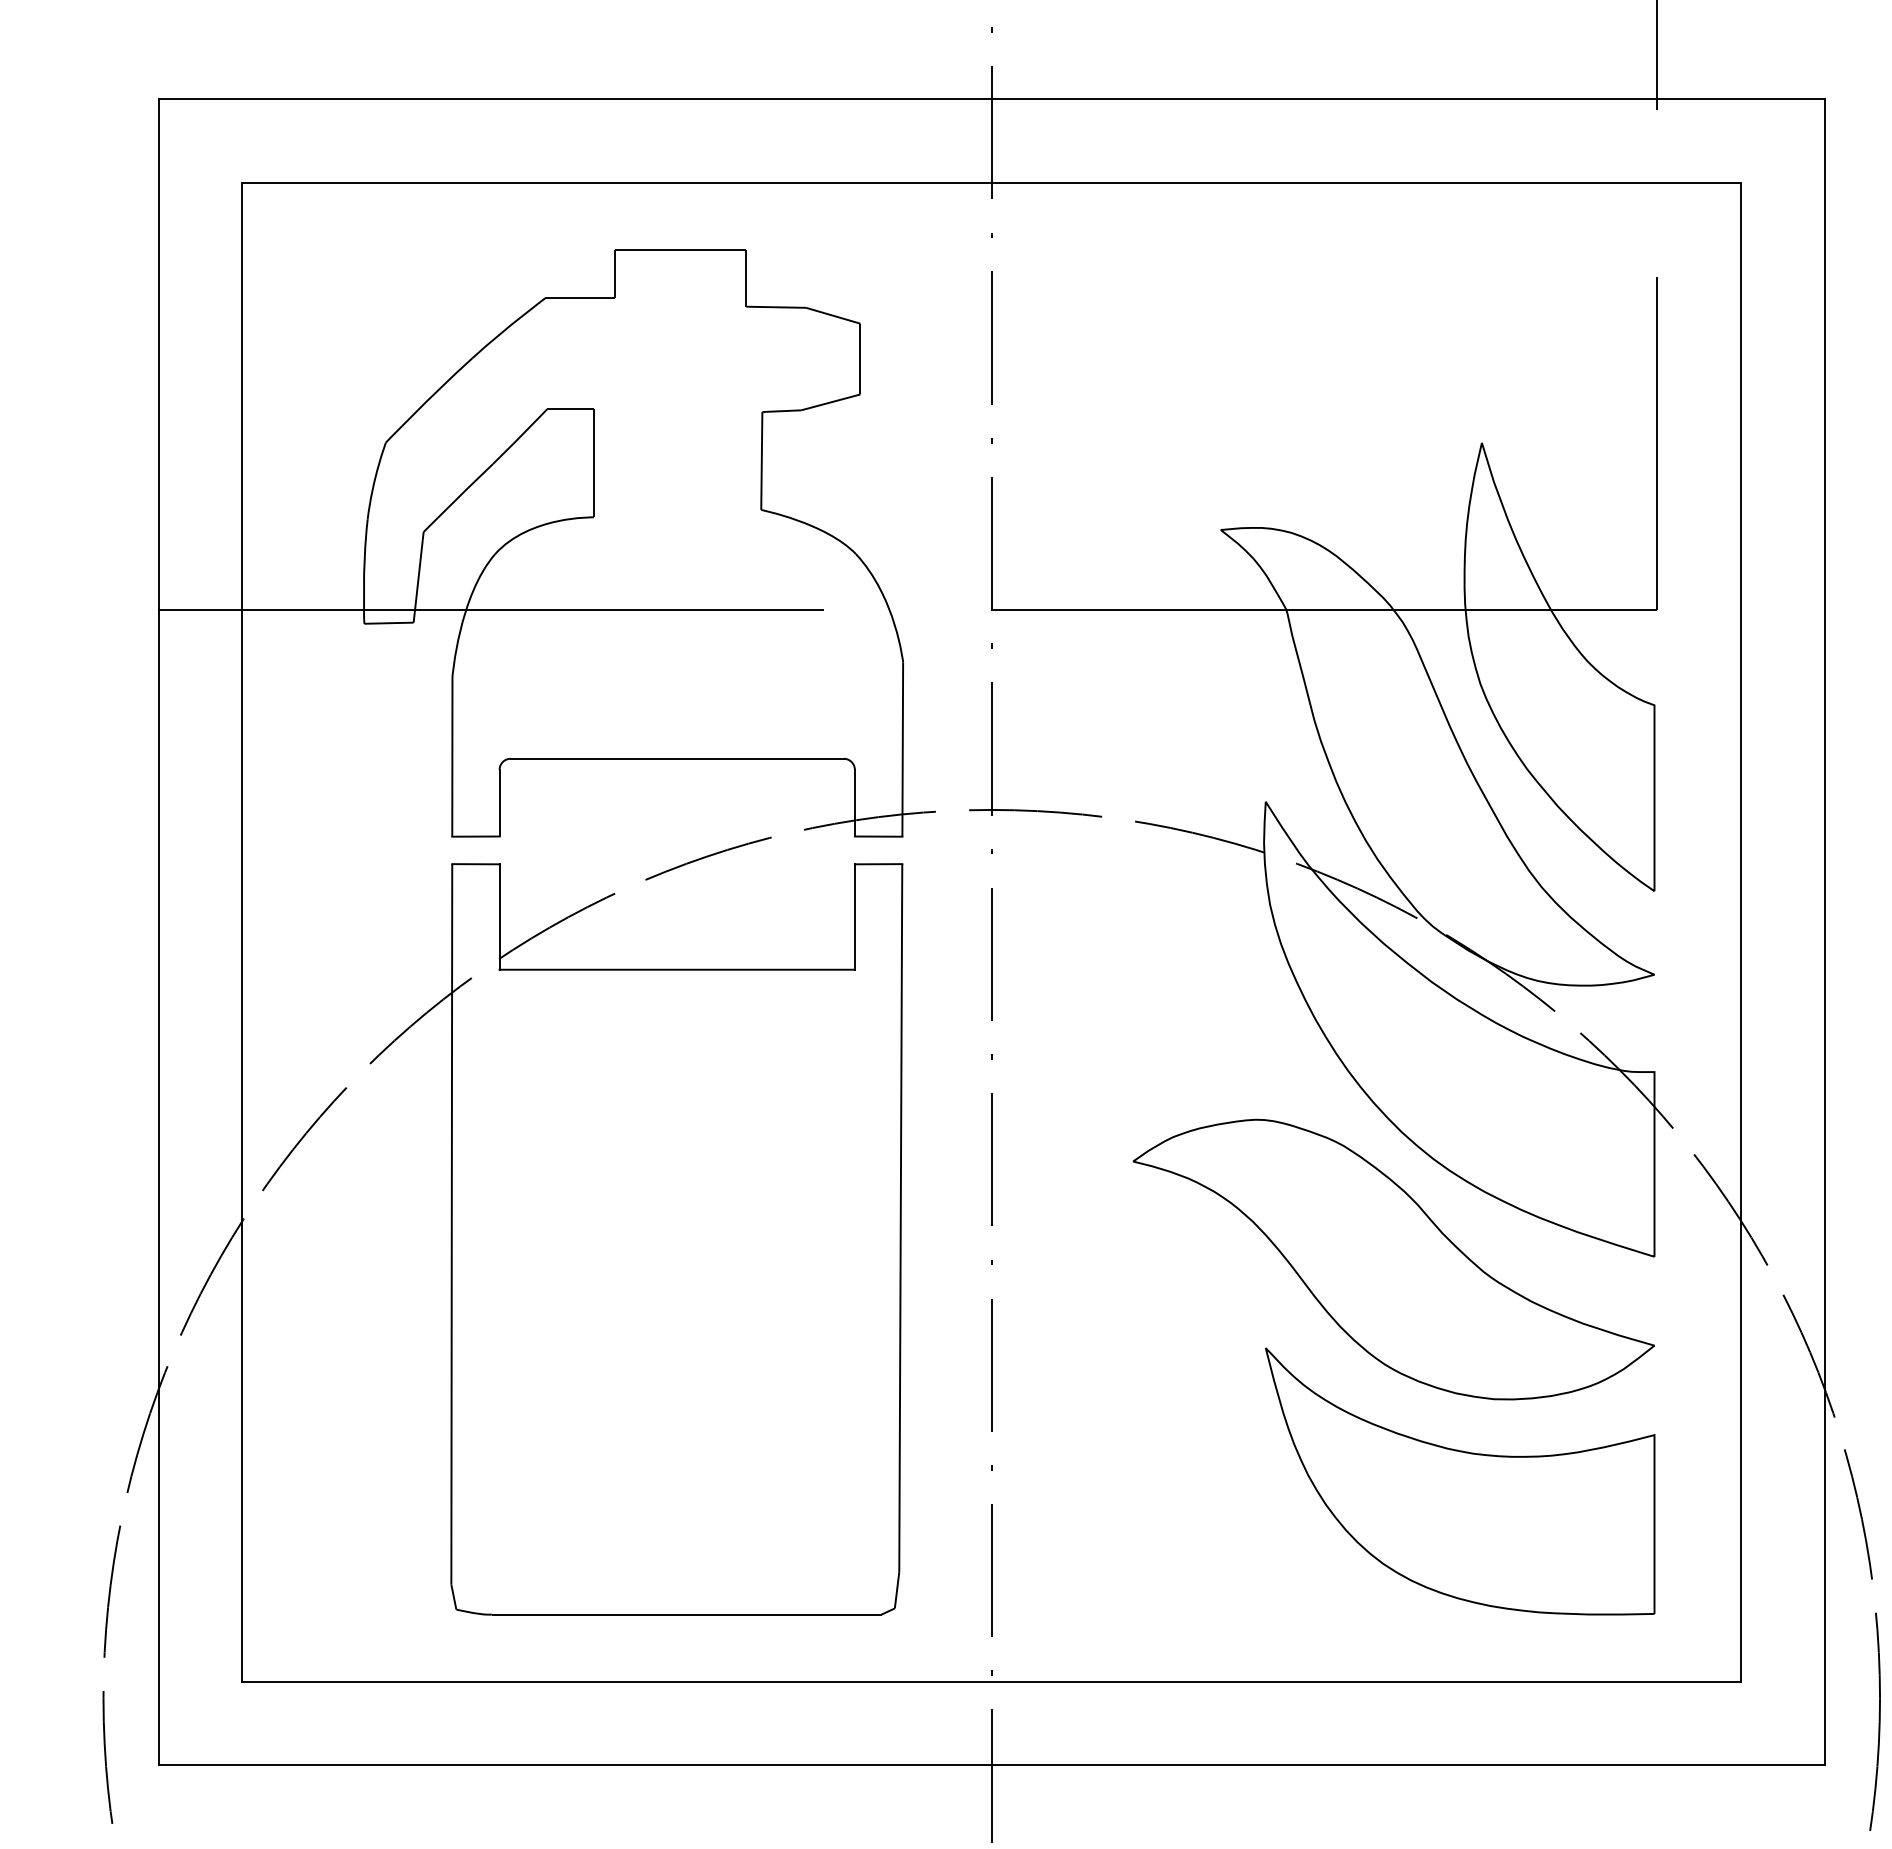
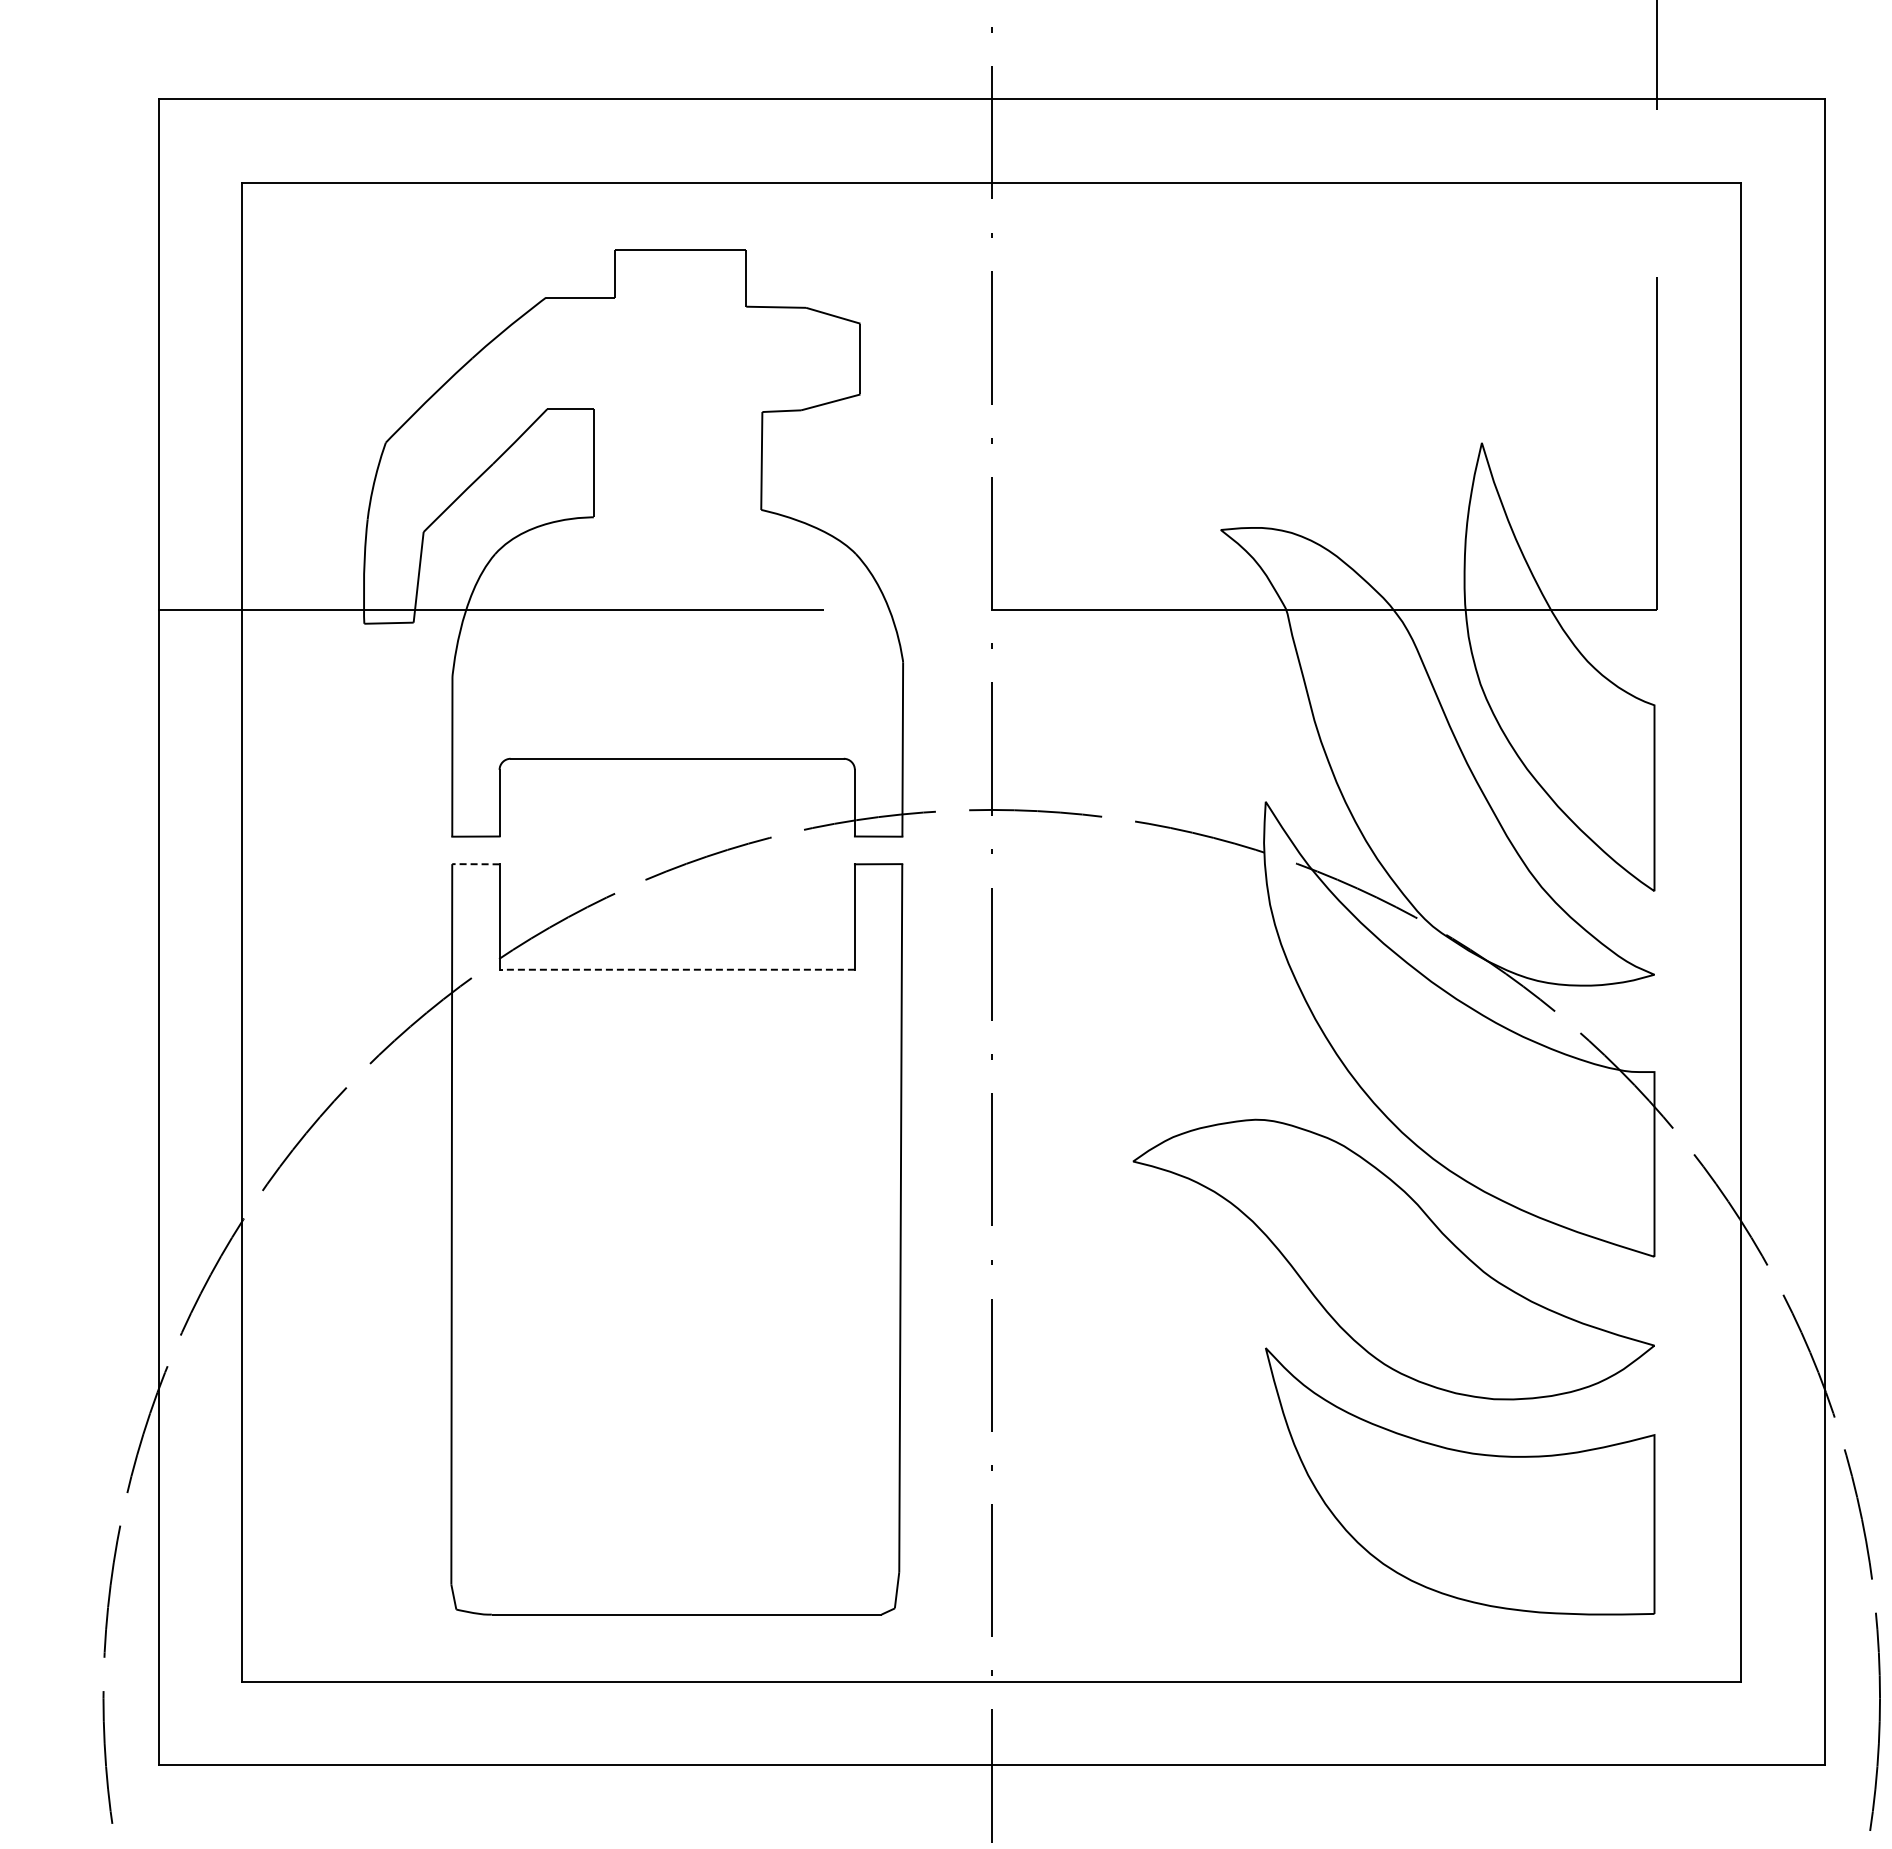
line at (475, 864): solid -> dashed
line at (677, 969): solid -> dashed
